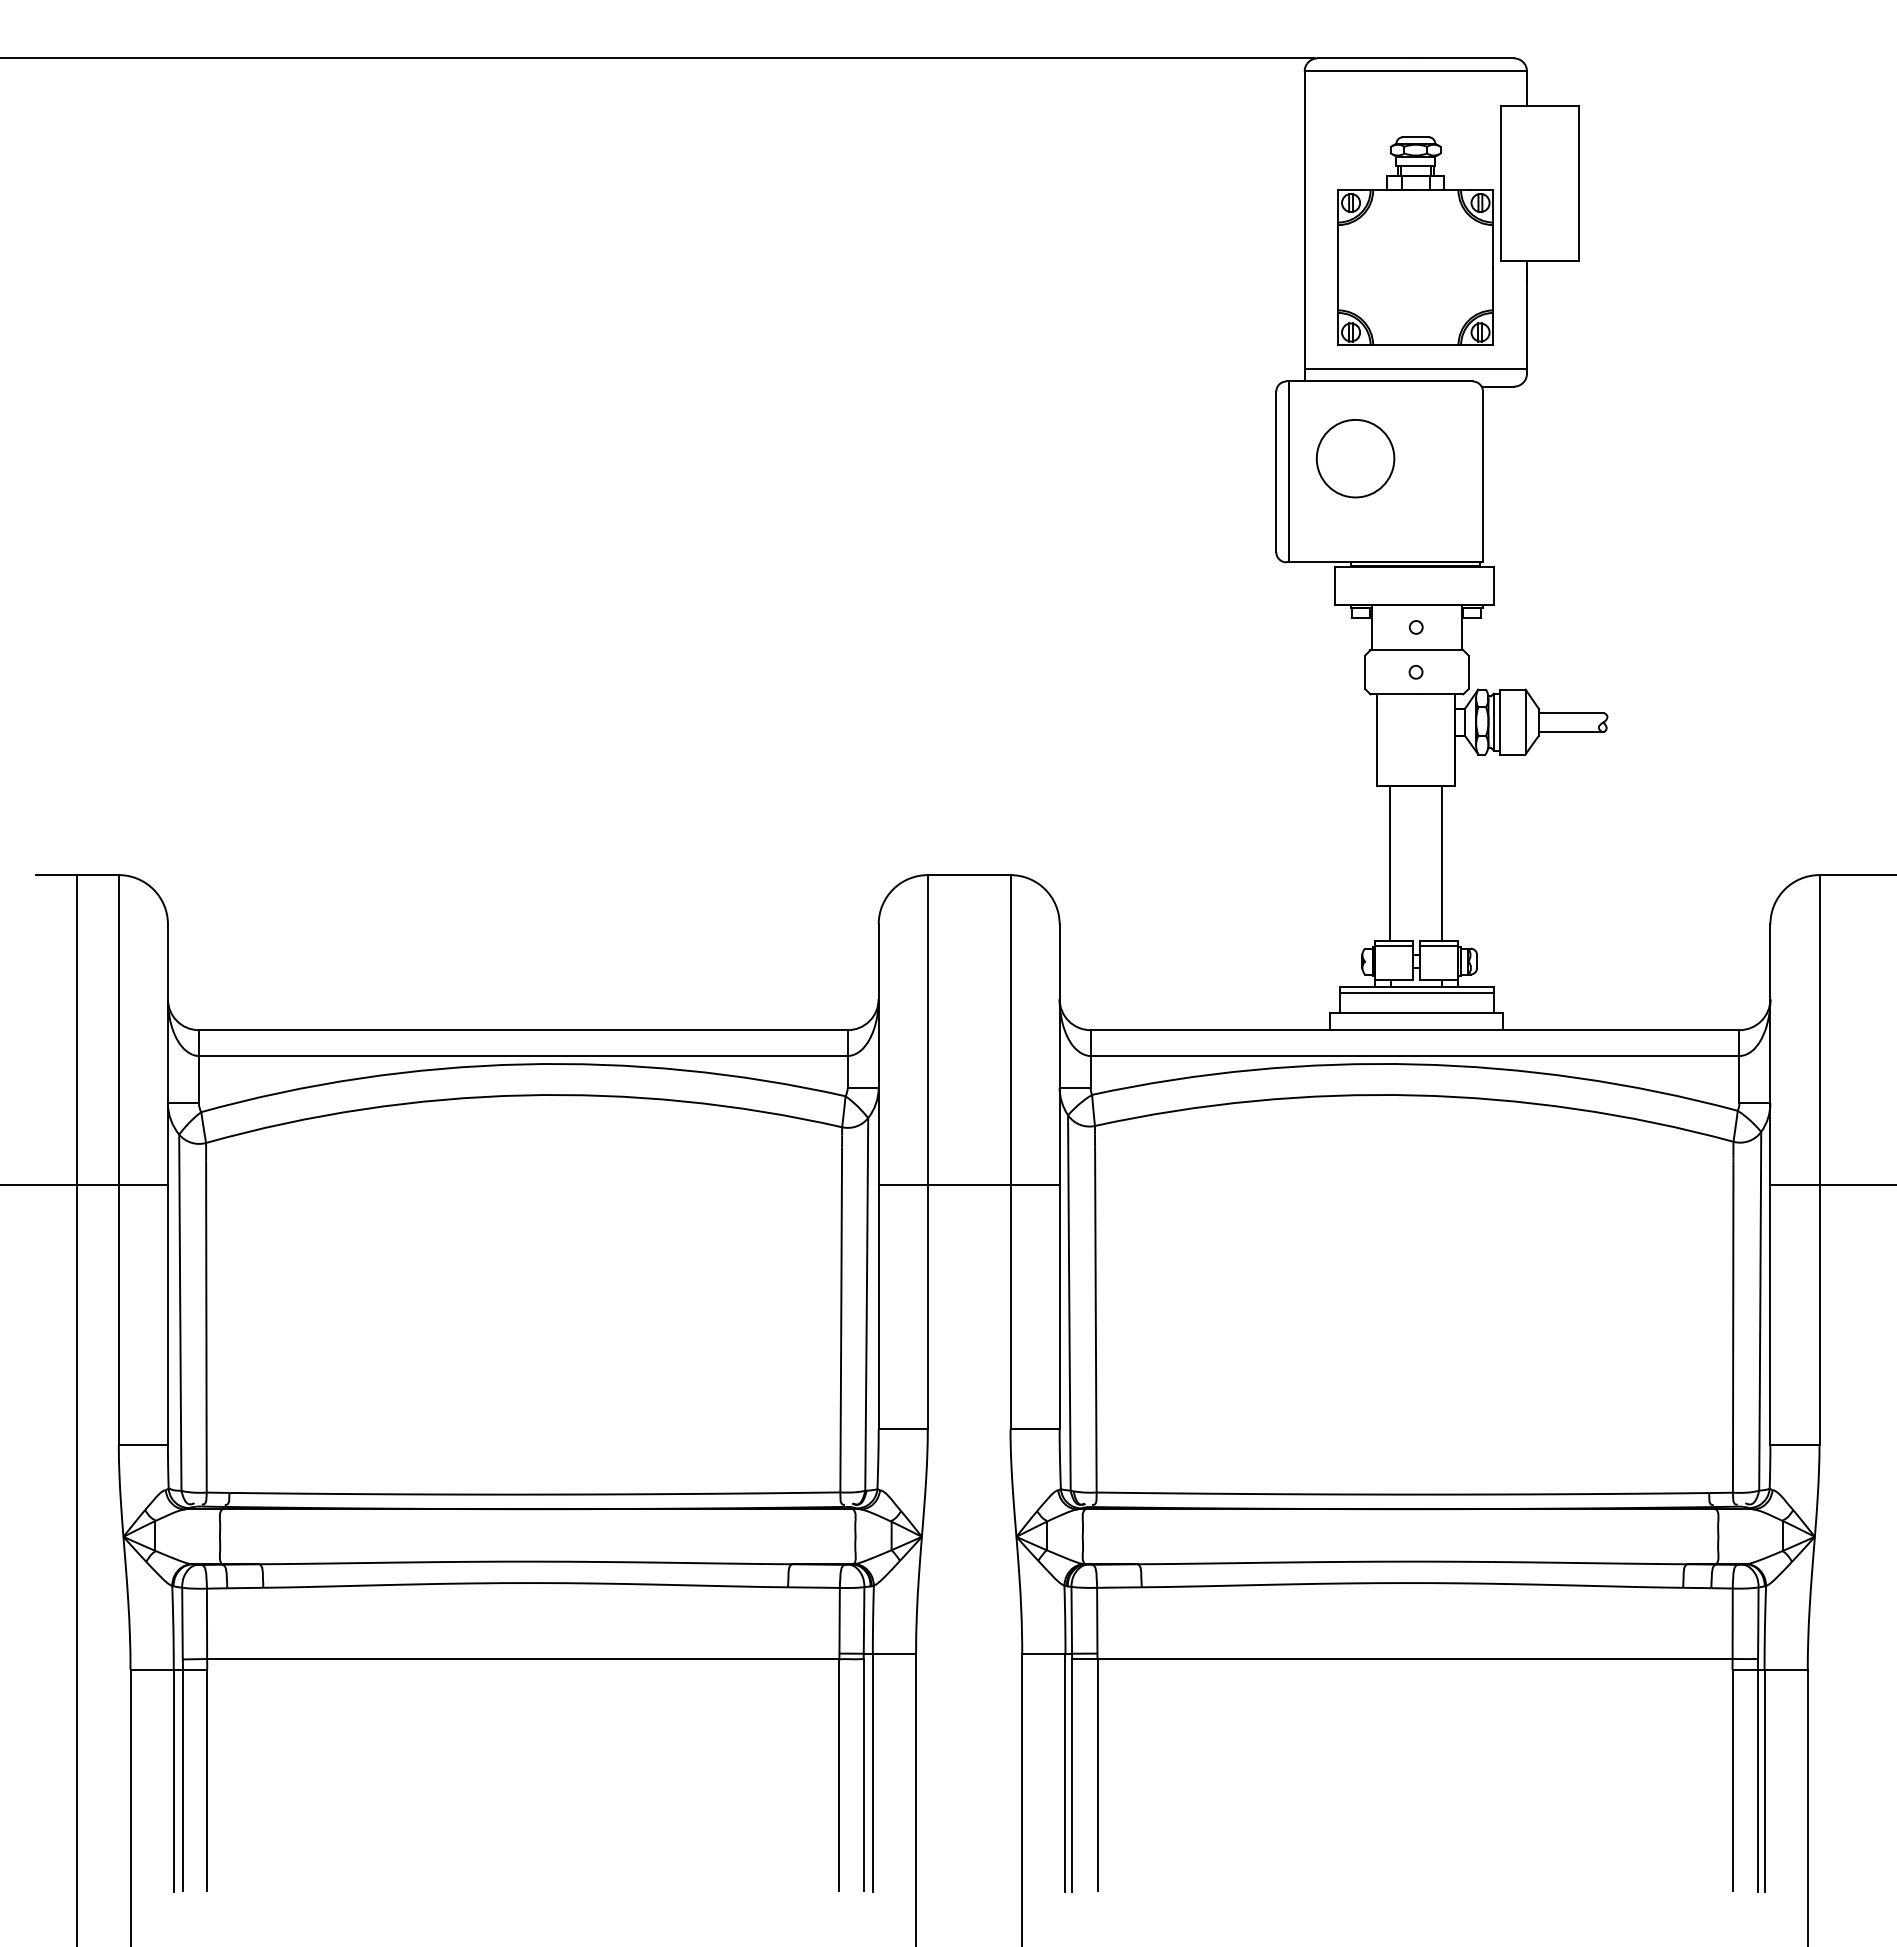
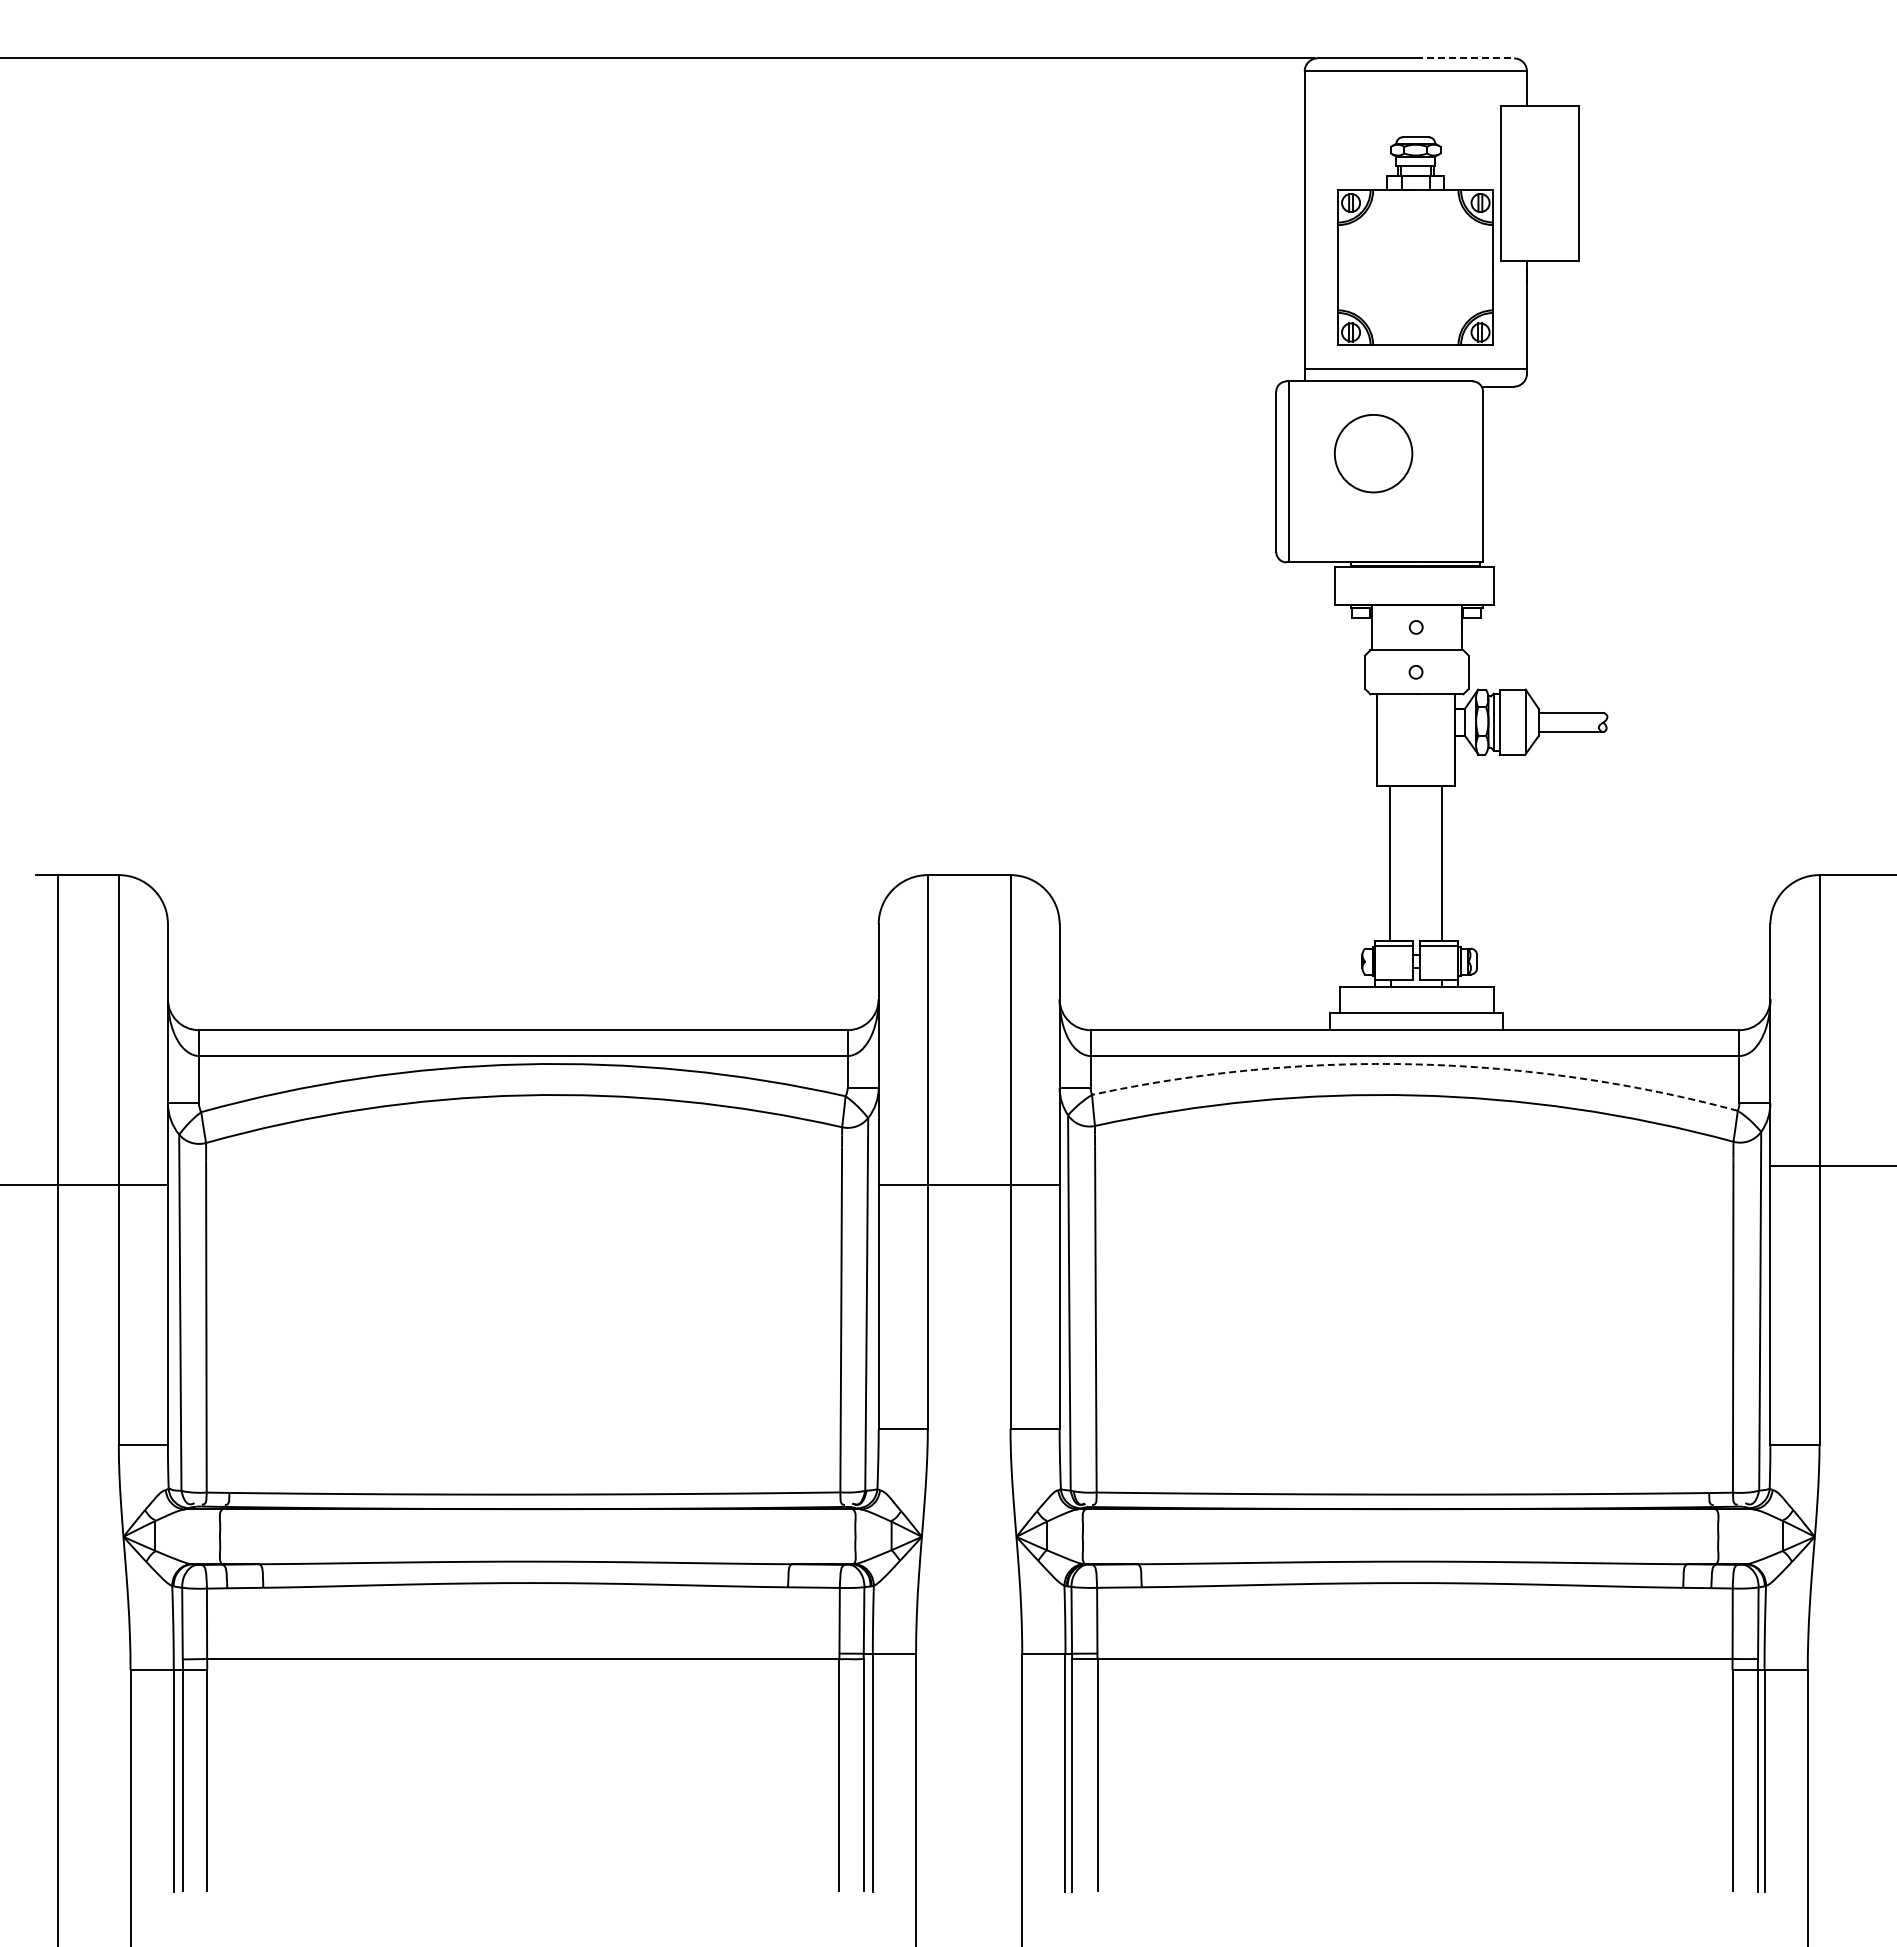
line at (1465, 58): solid -> dashed
circle at (1355, 458) position: (1355, 458) -> (1373, 453)
line at (1416, 993): present -> none
arc at (1415, 1064): solid -> dashed
line at (1831, 1185) position: (1831, 1185) -> (1831, 1166)
line at (77, 1409) position: (77, 1409) -> (58, 1409)
